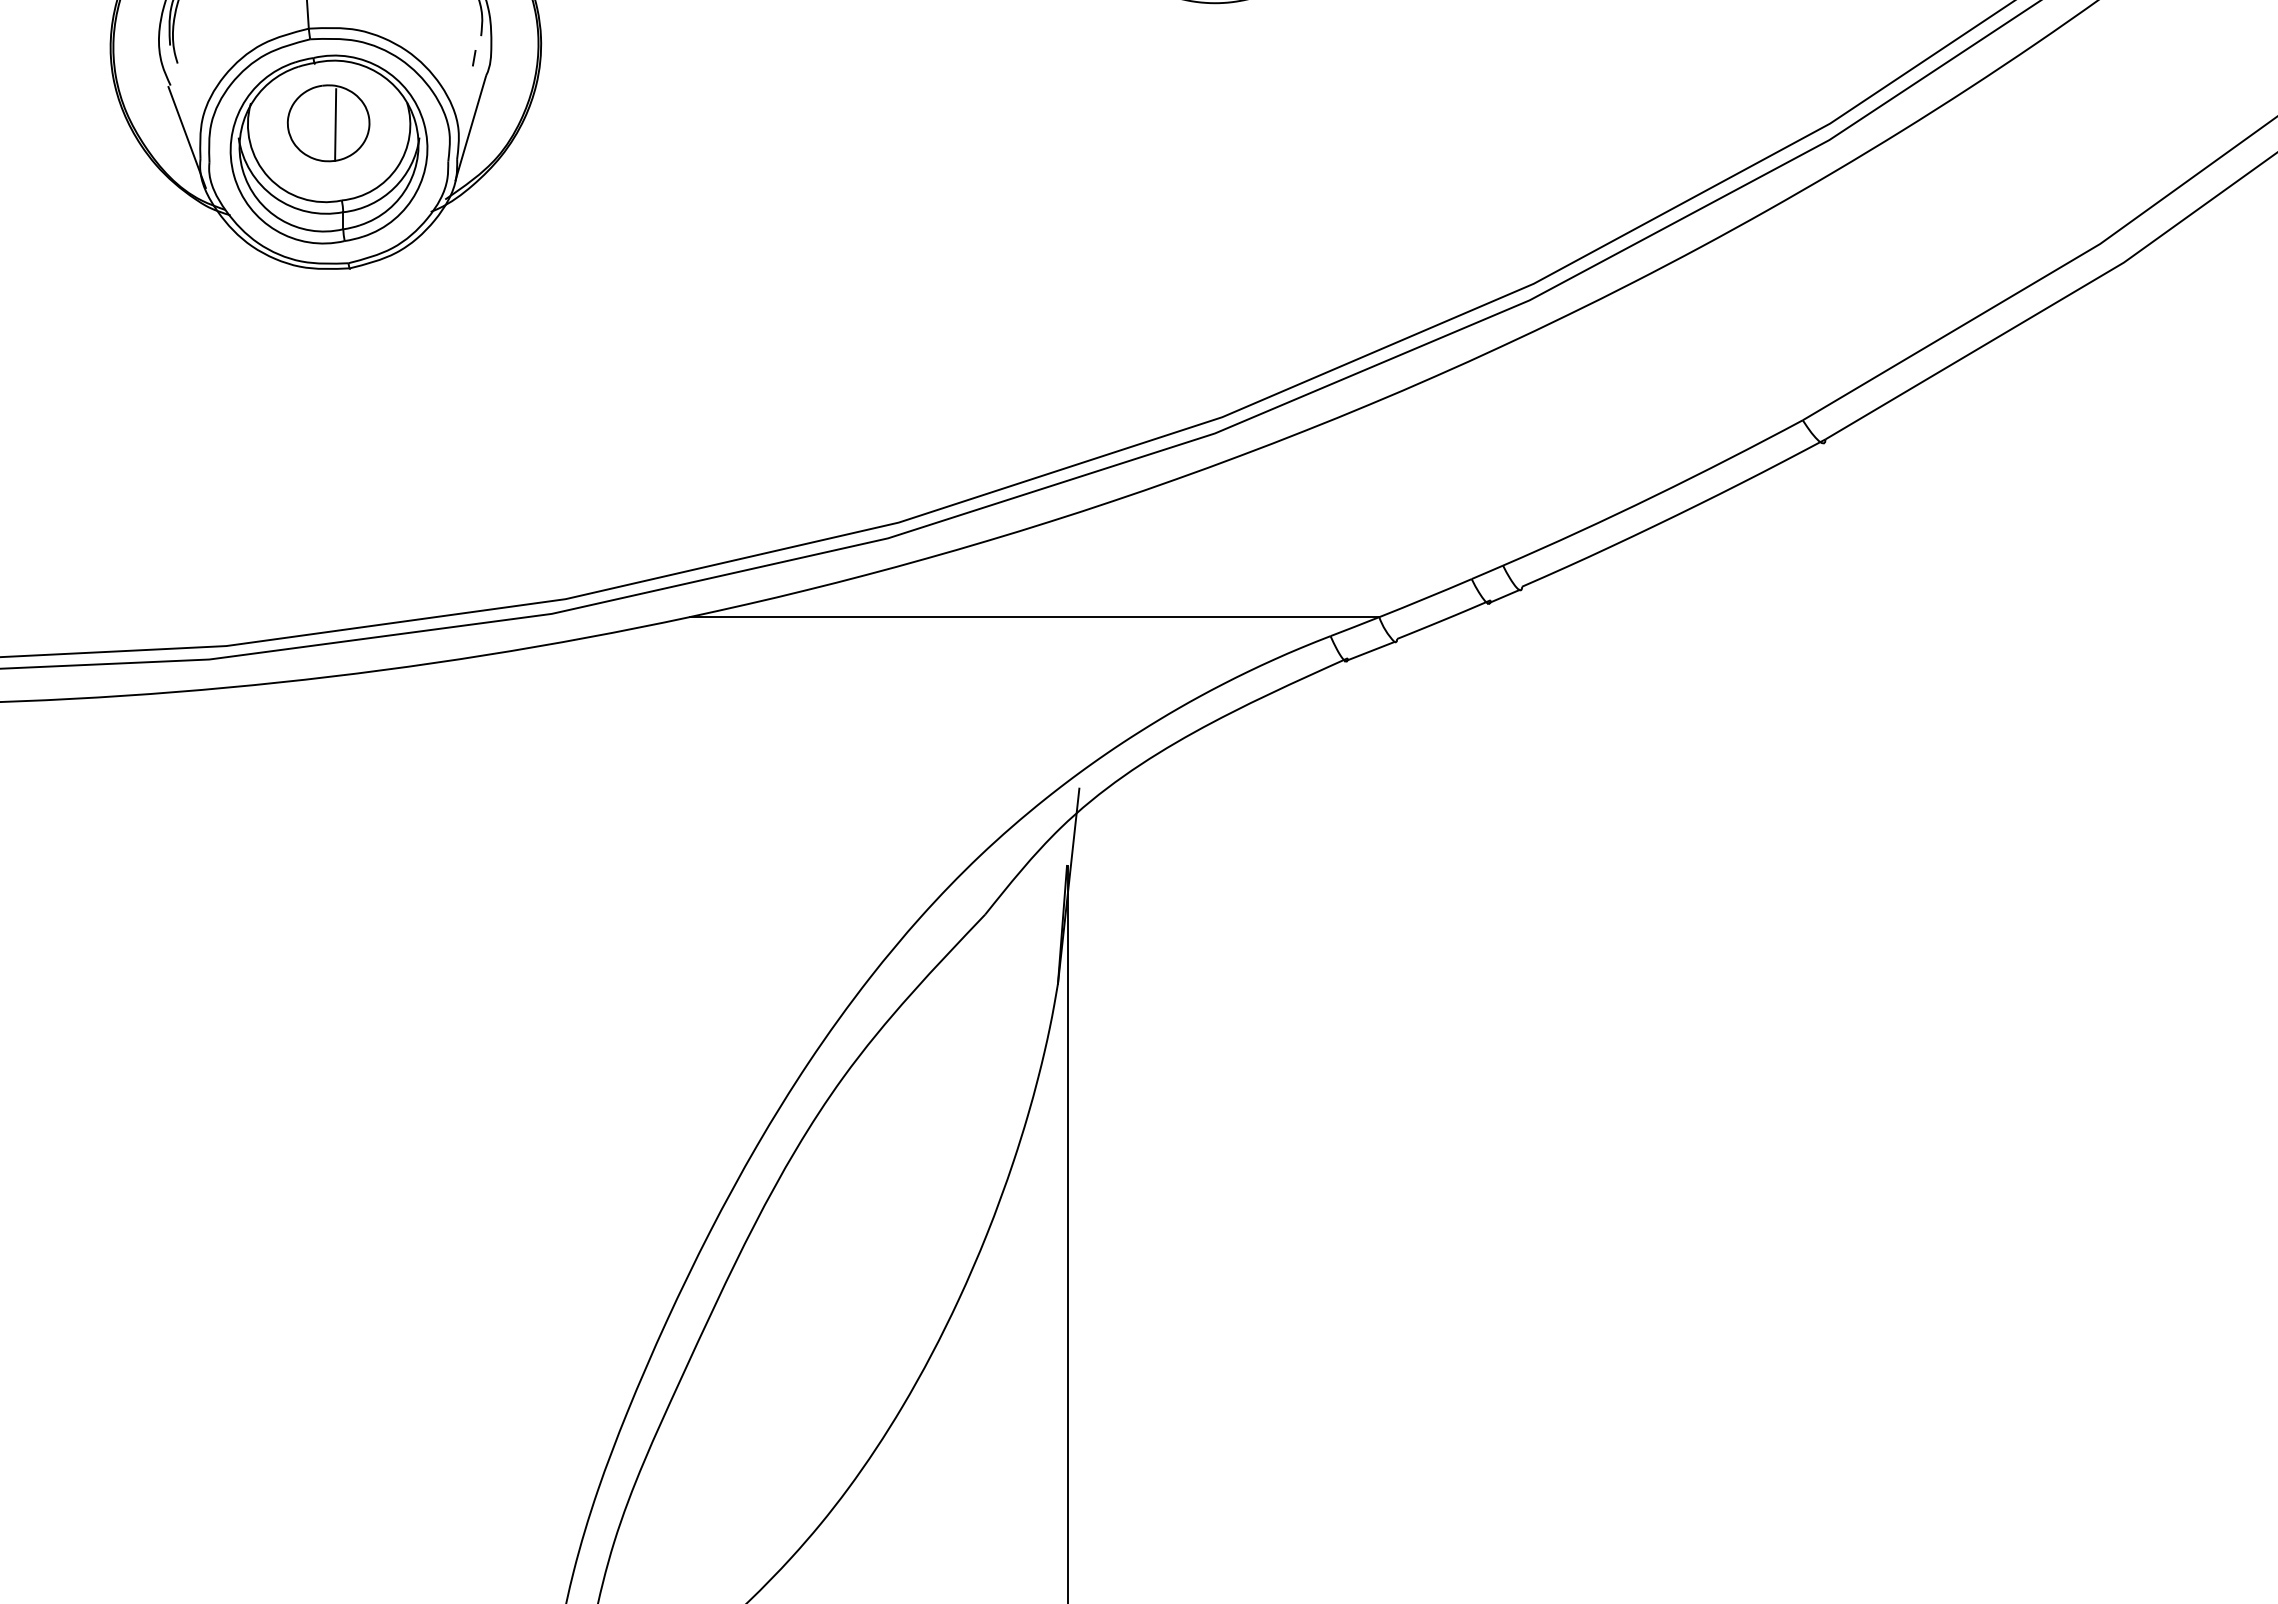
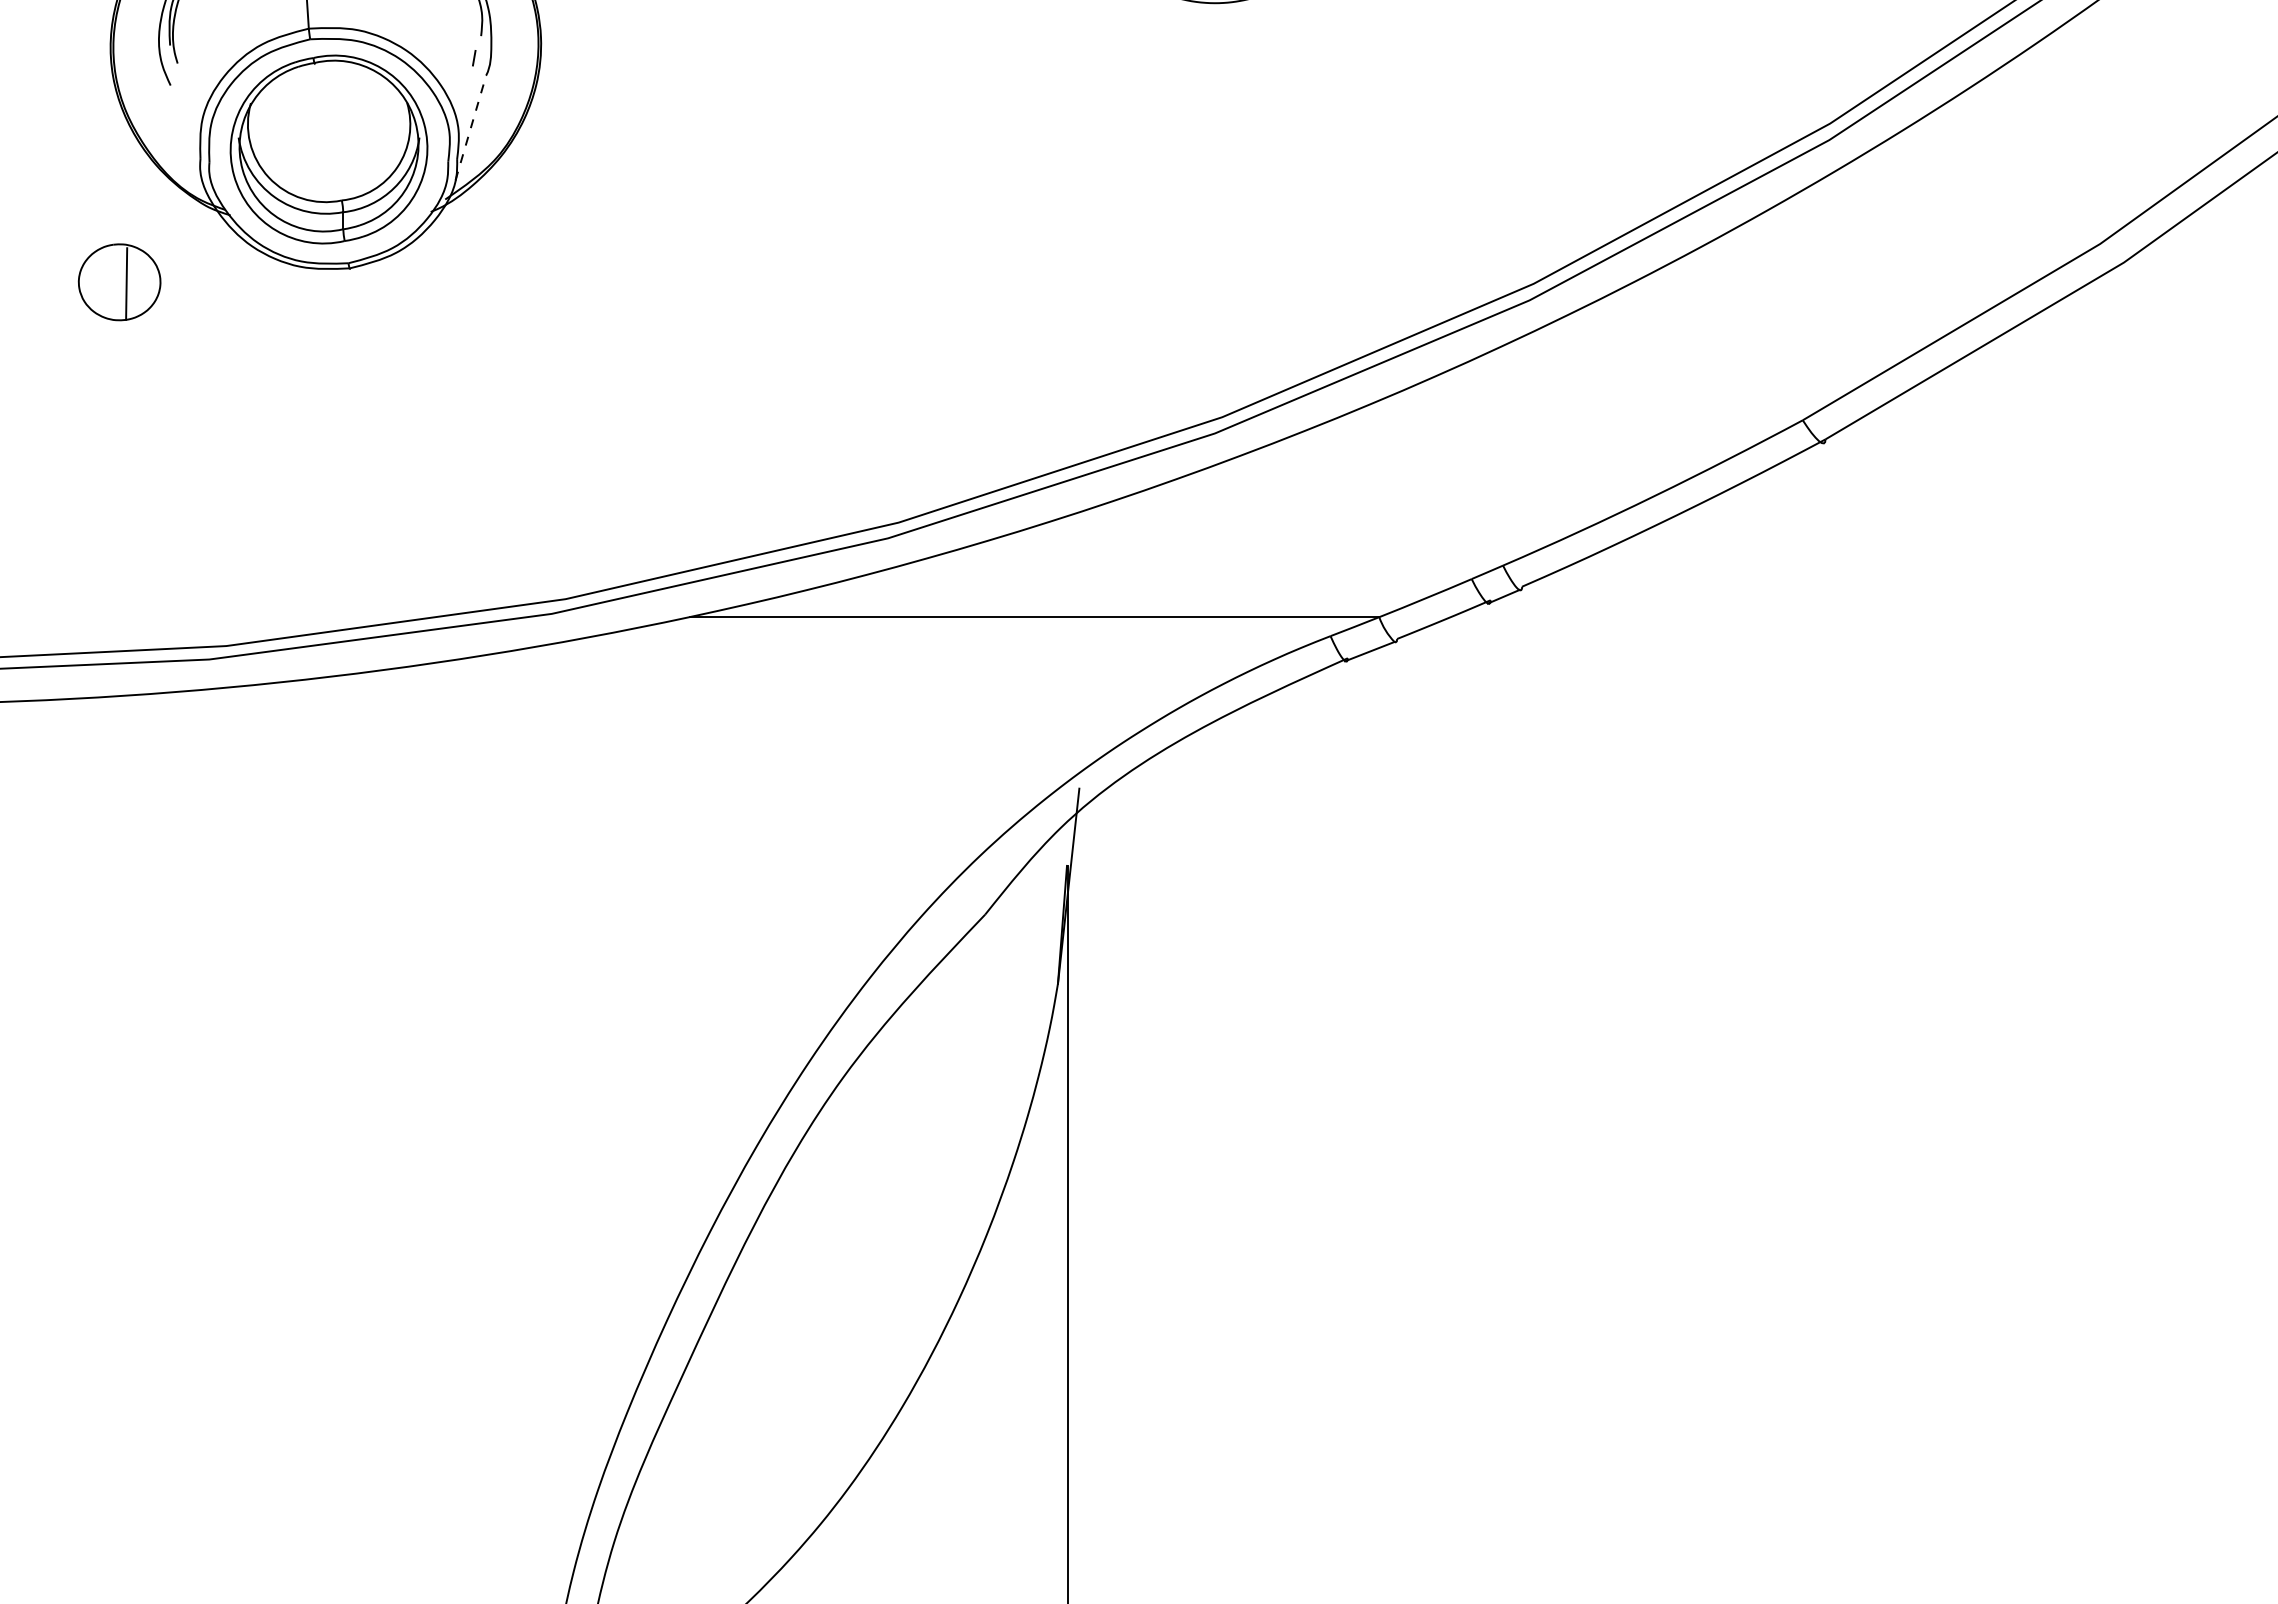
part at (328, 123) position: (328, 123) -> (119, 282)
line at (470, 127): solid -> dashed
line at (186, 137): present -> none
